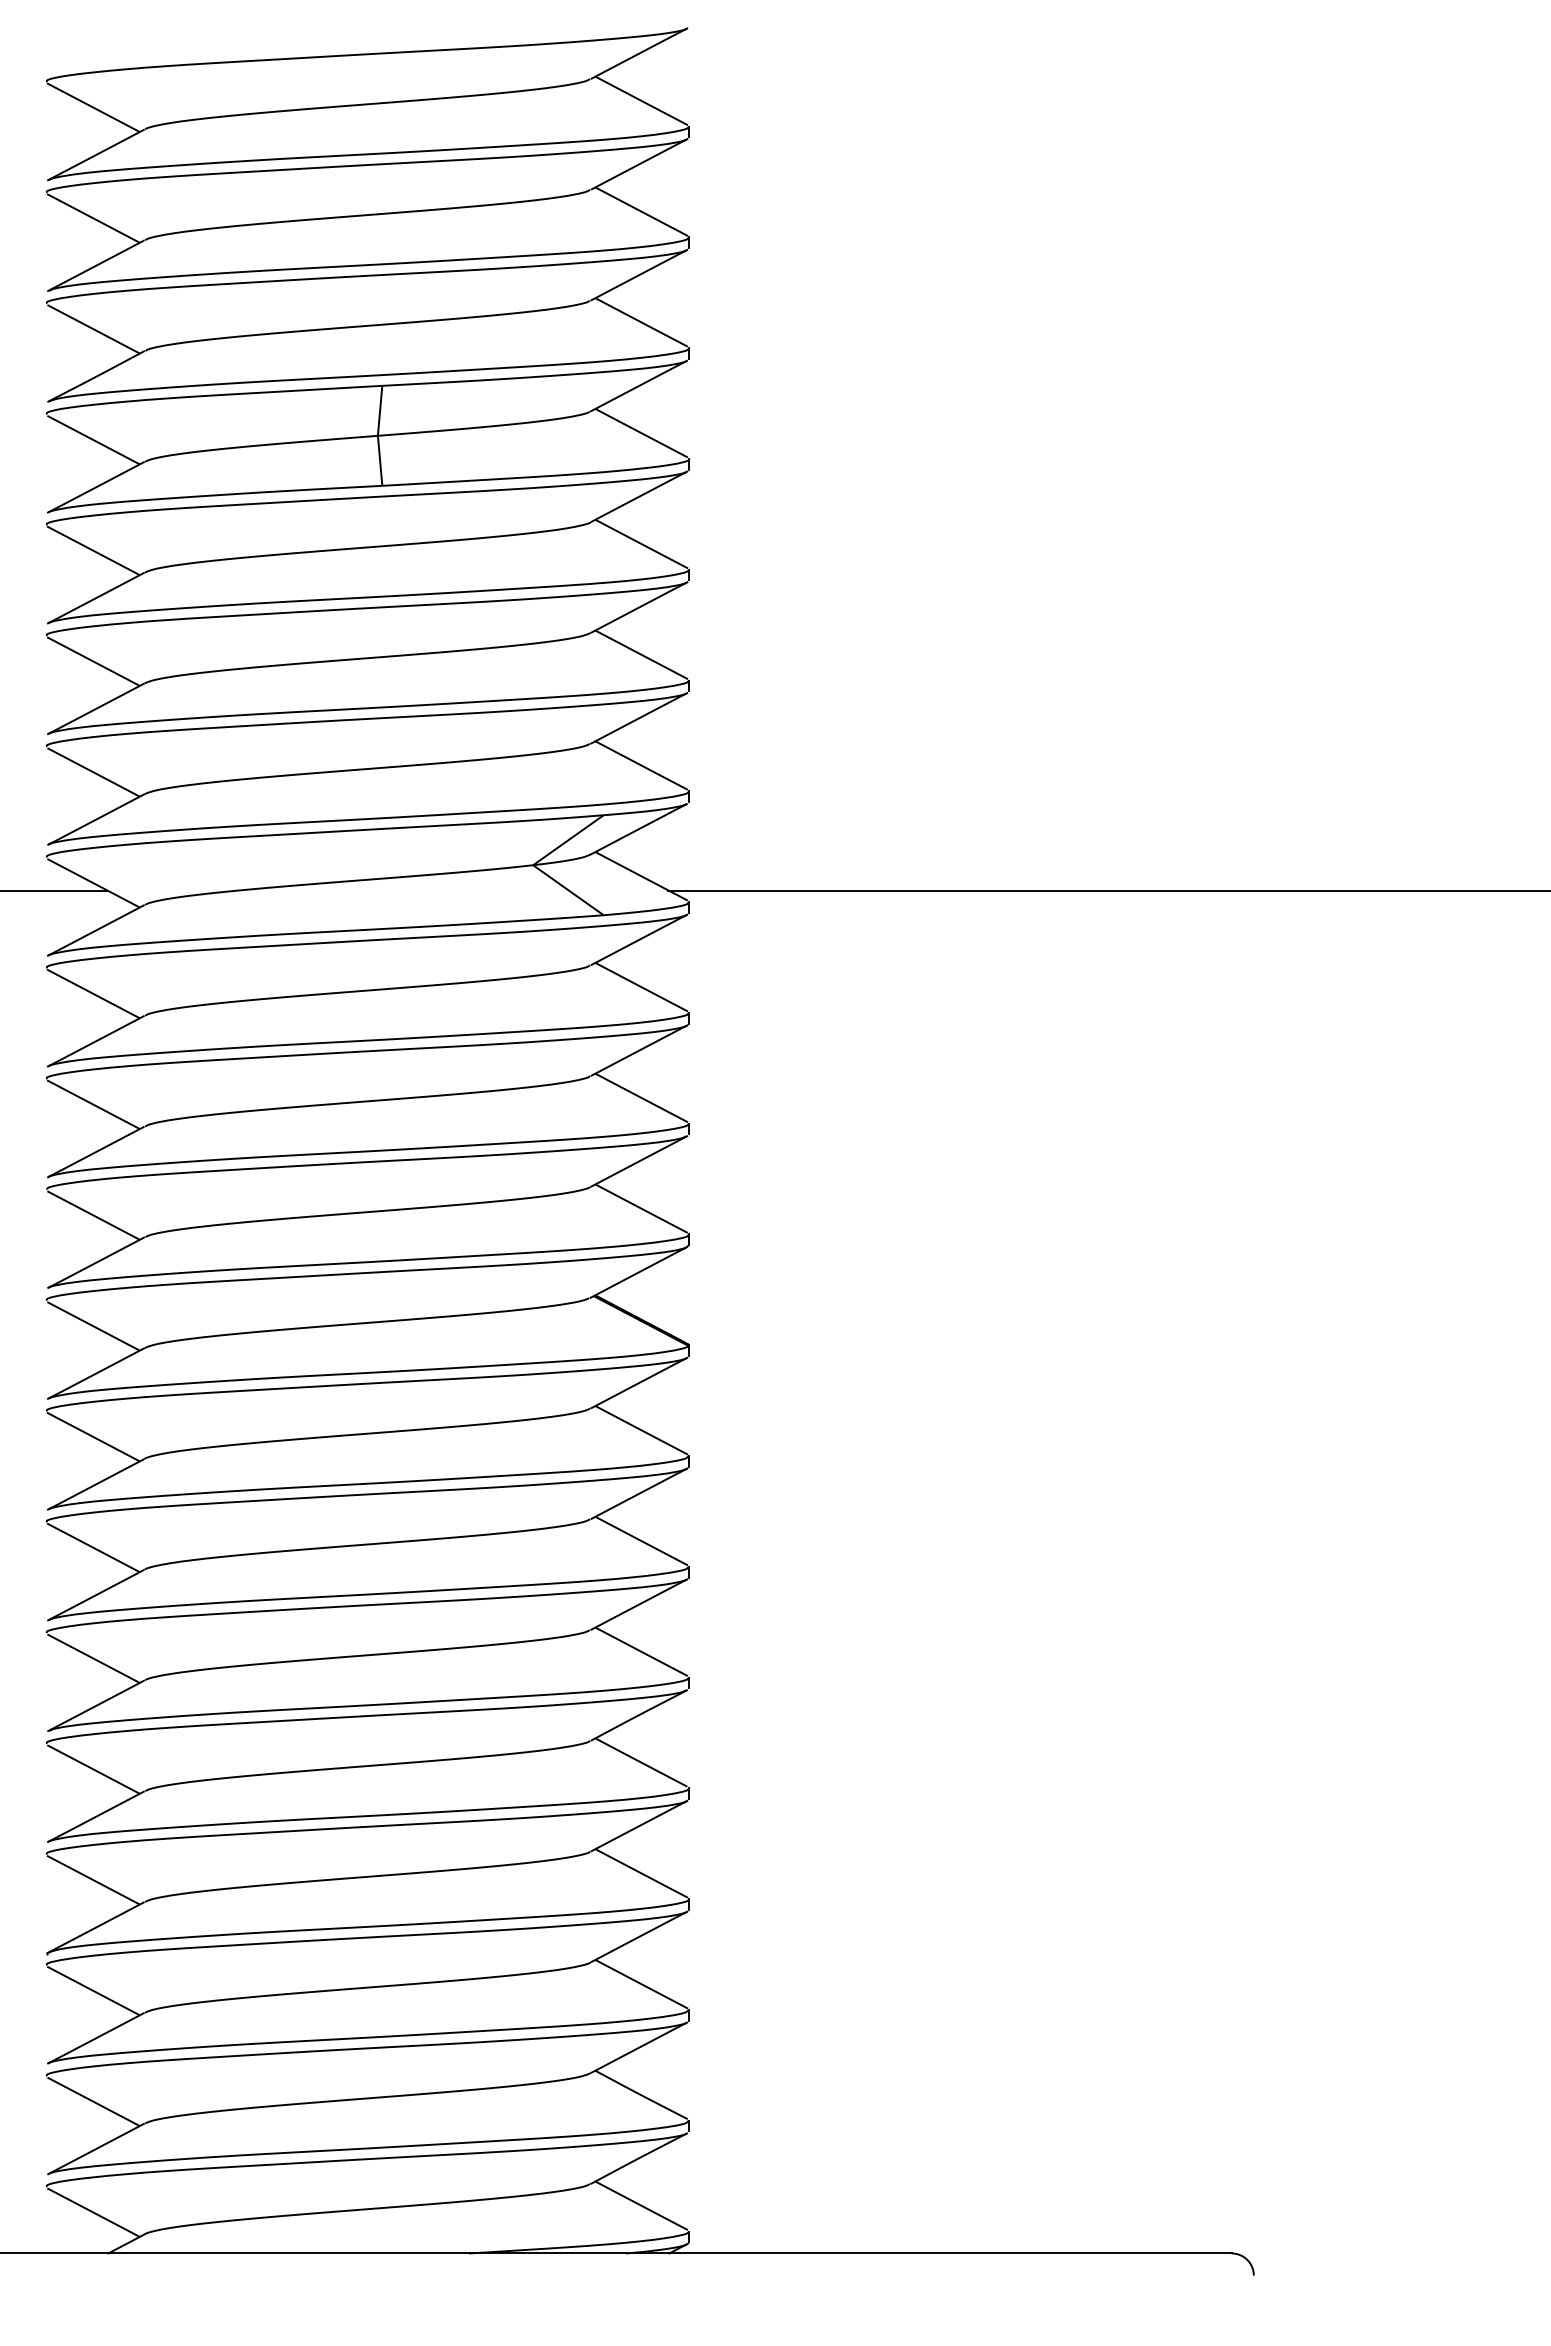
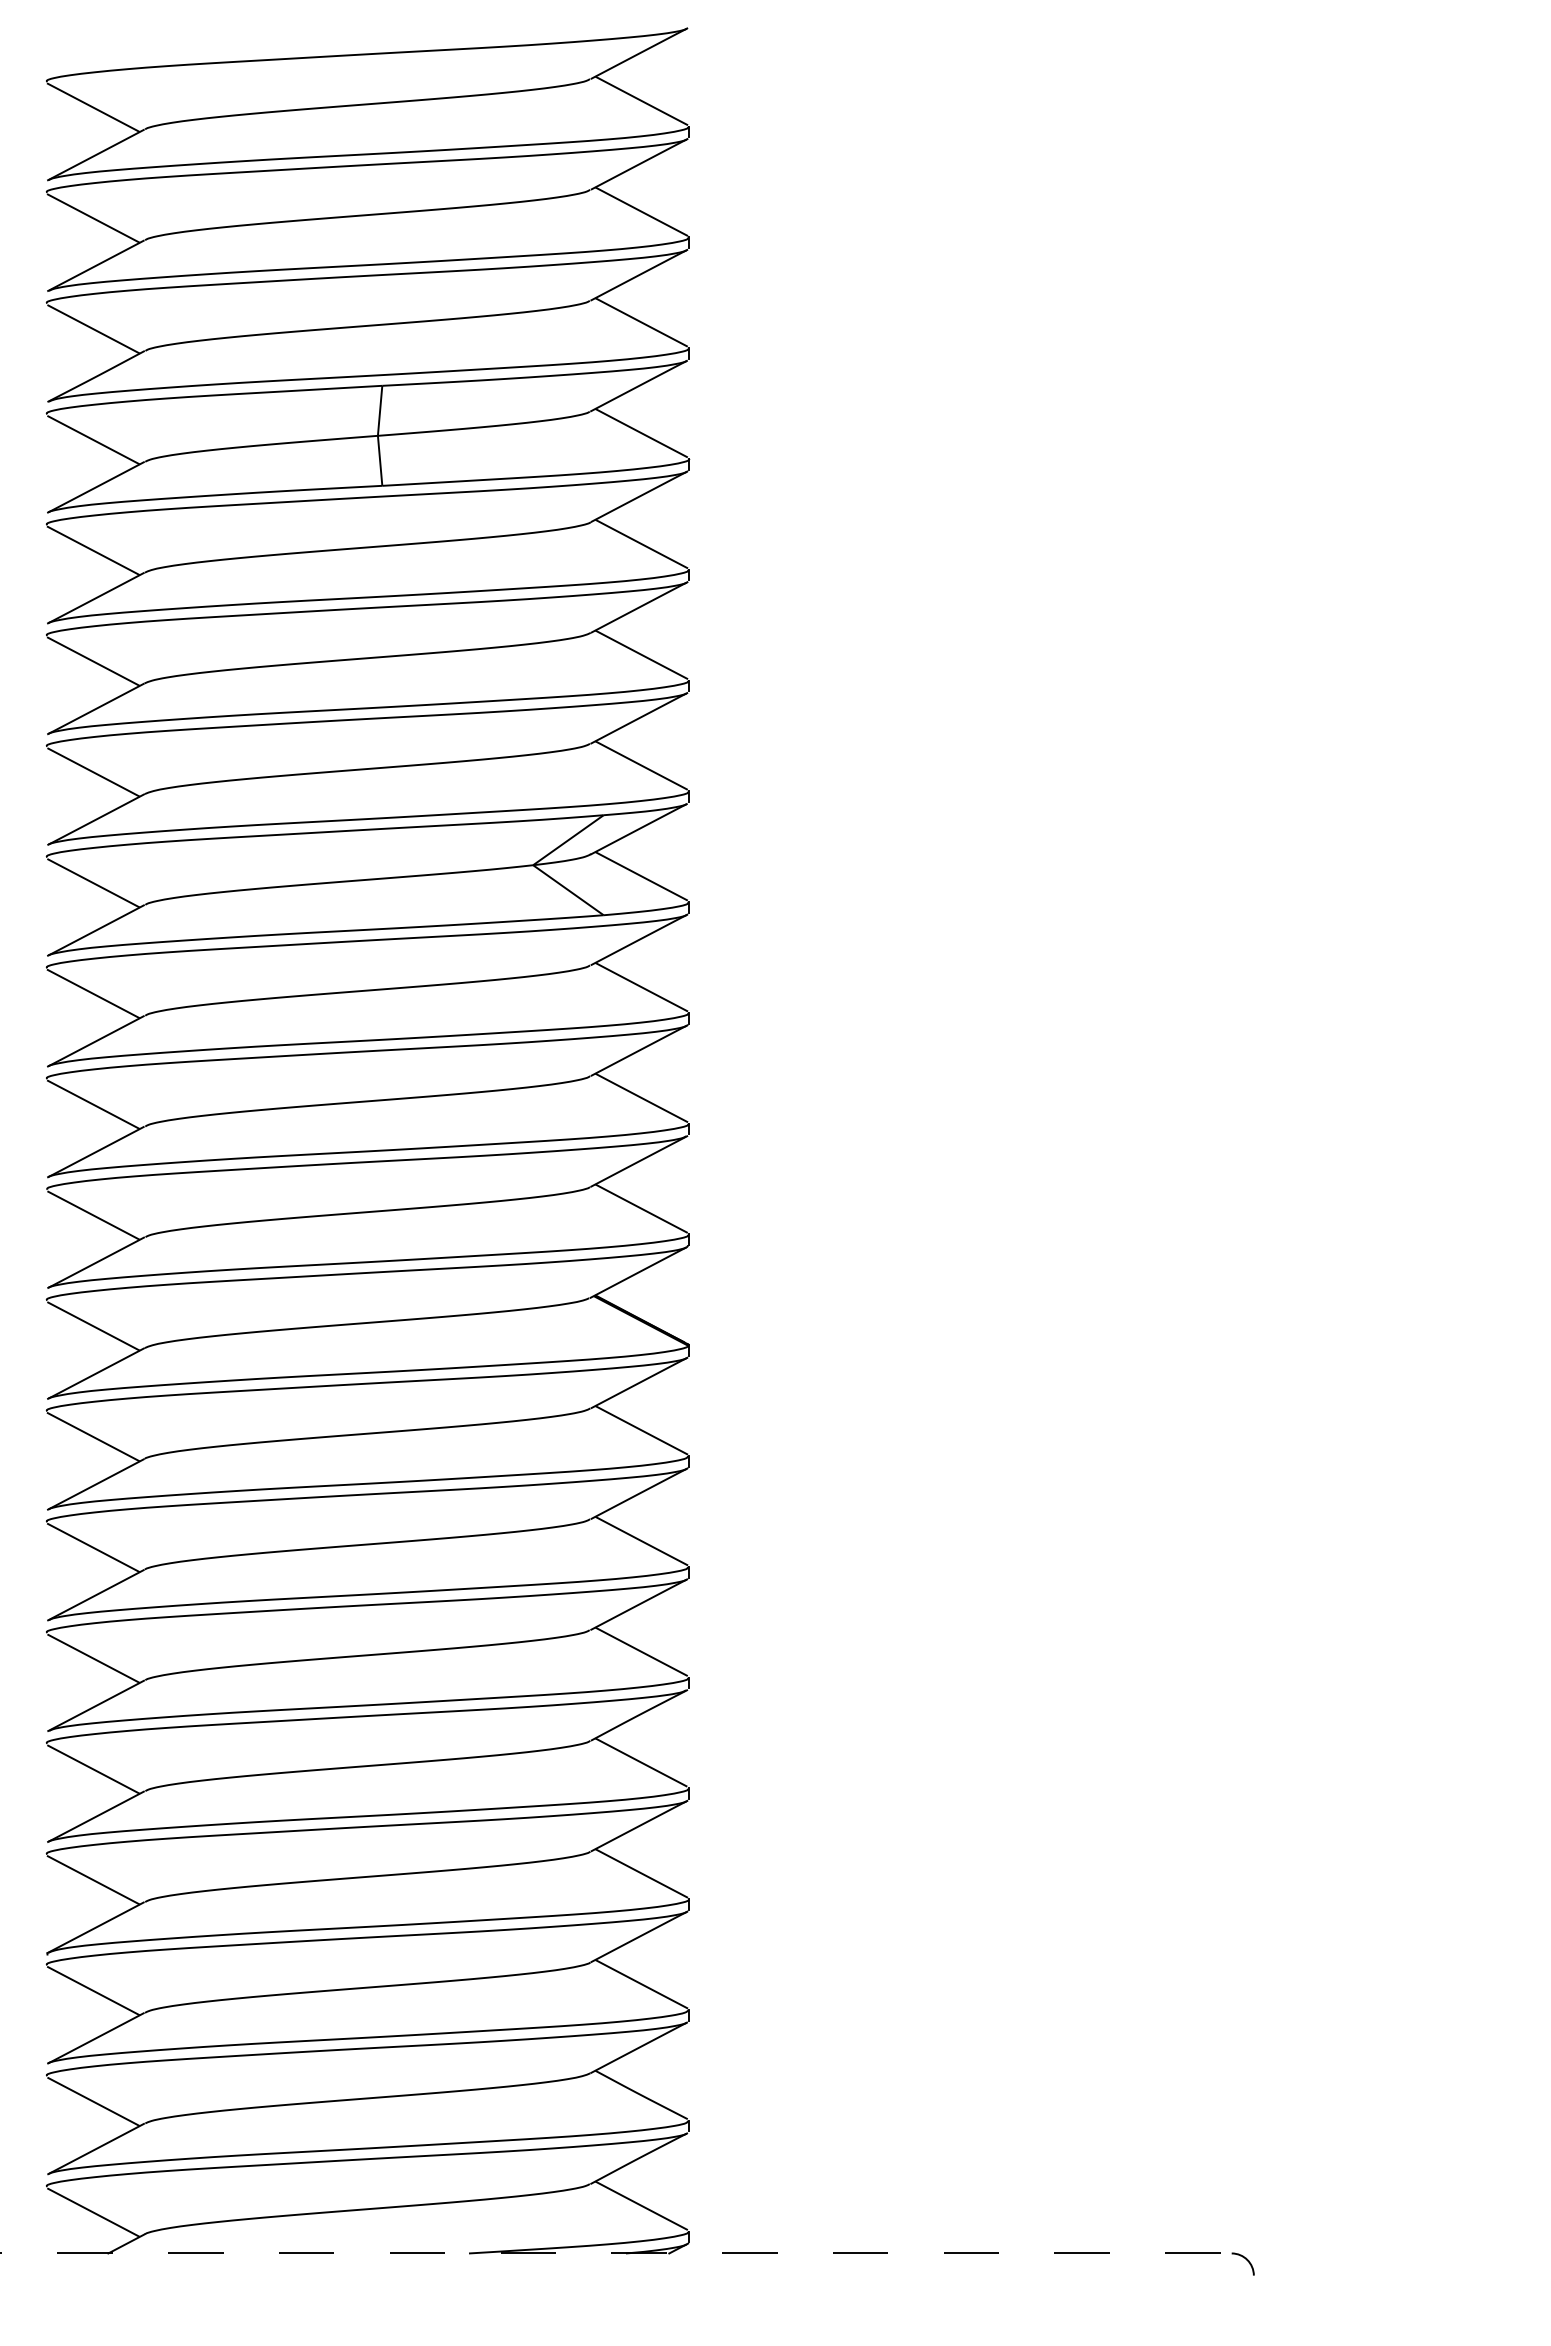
line at (54, 890): present -> none
line at (1107, 890): present -> none
line at (615, 2253): solid -> dashed
